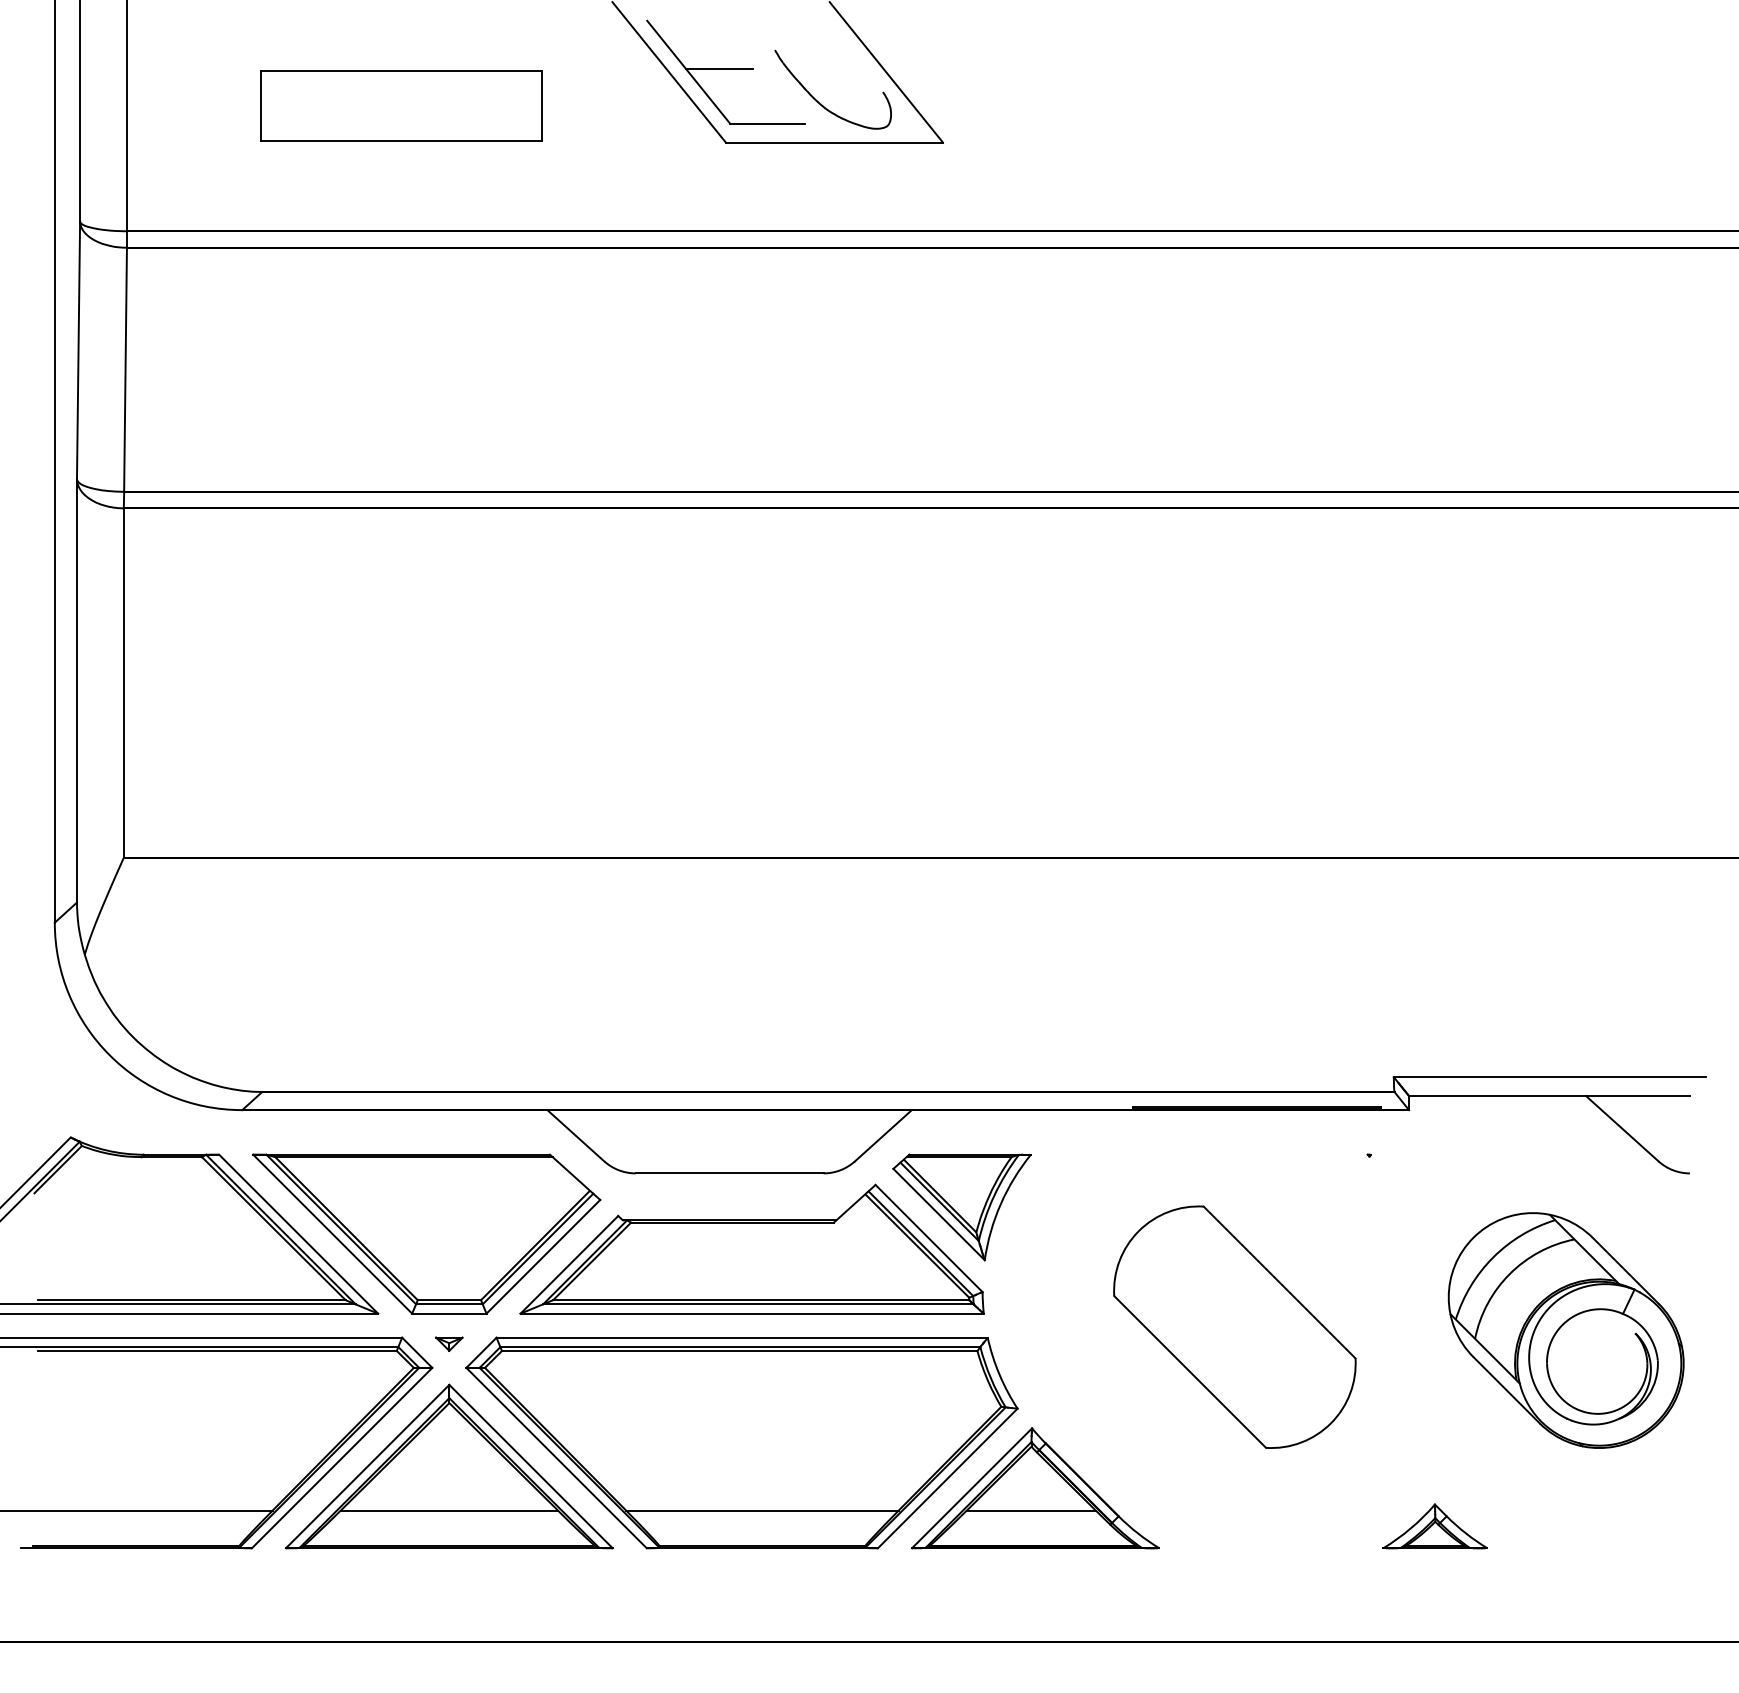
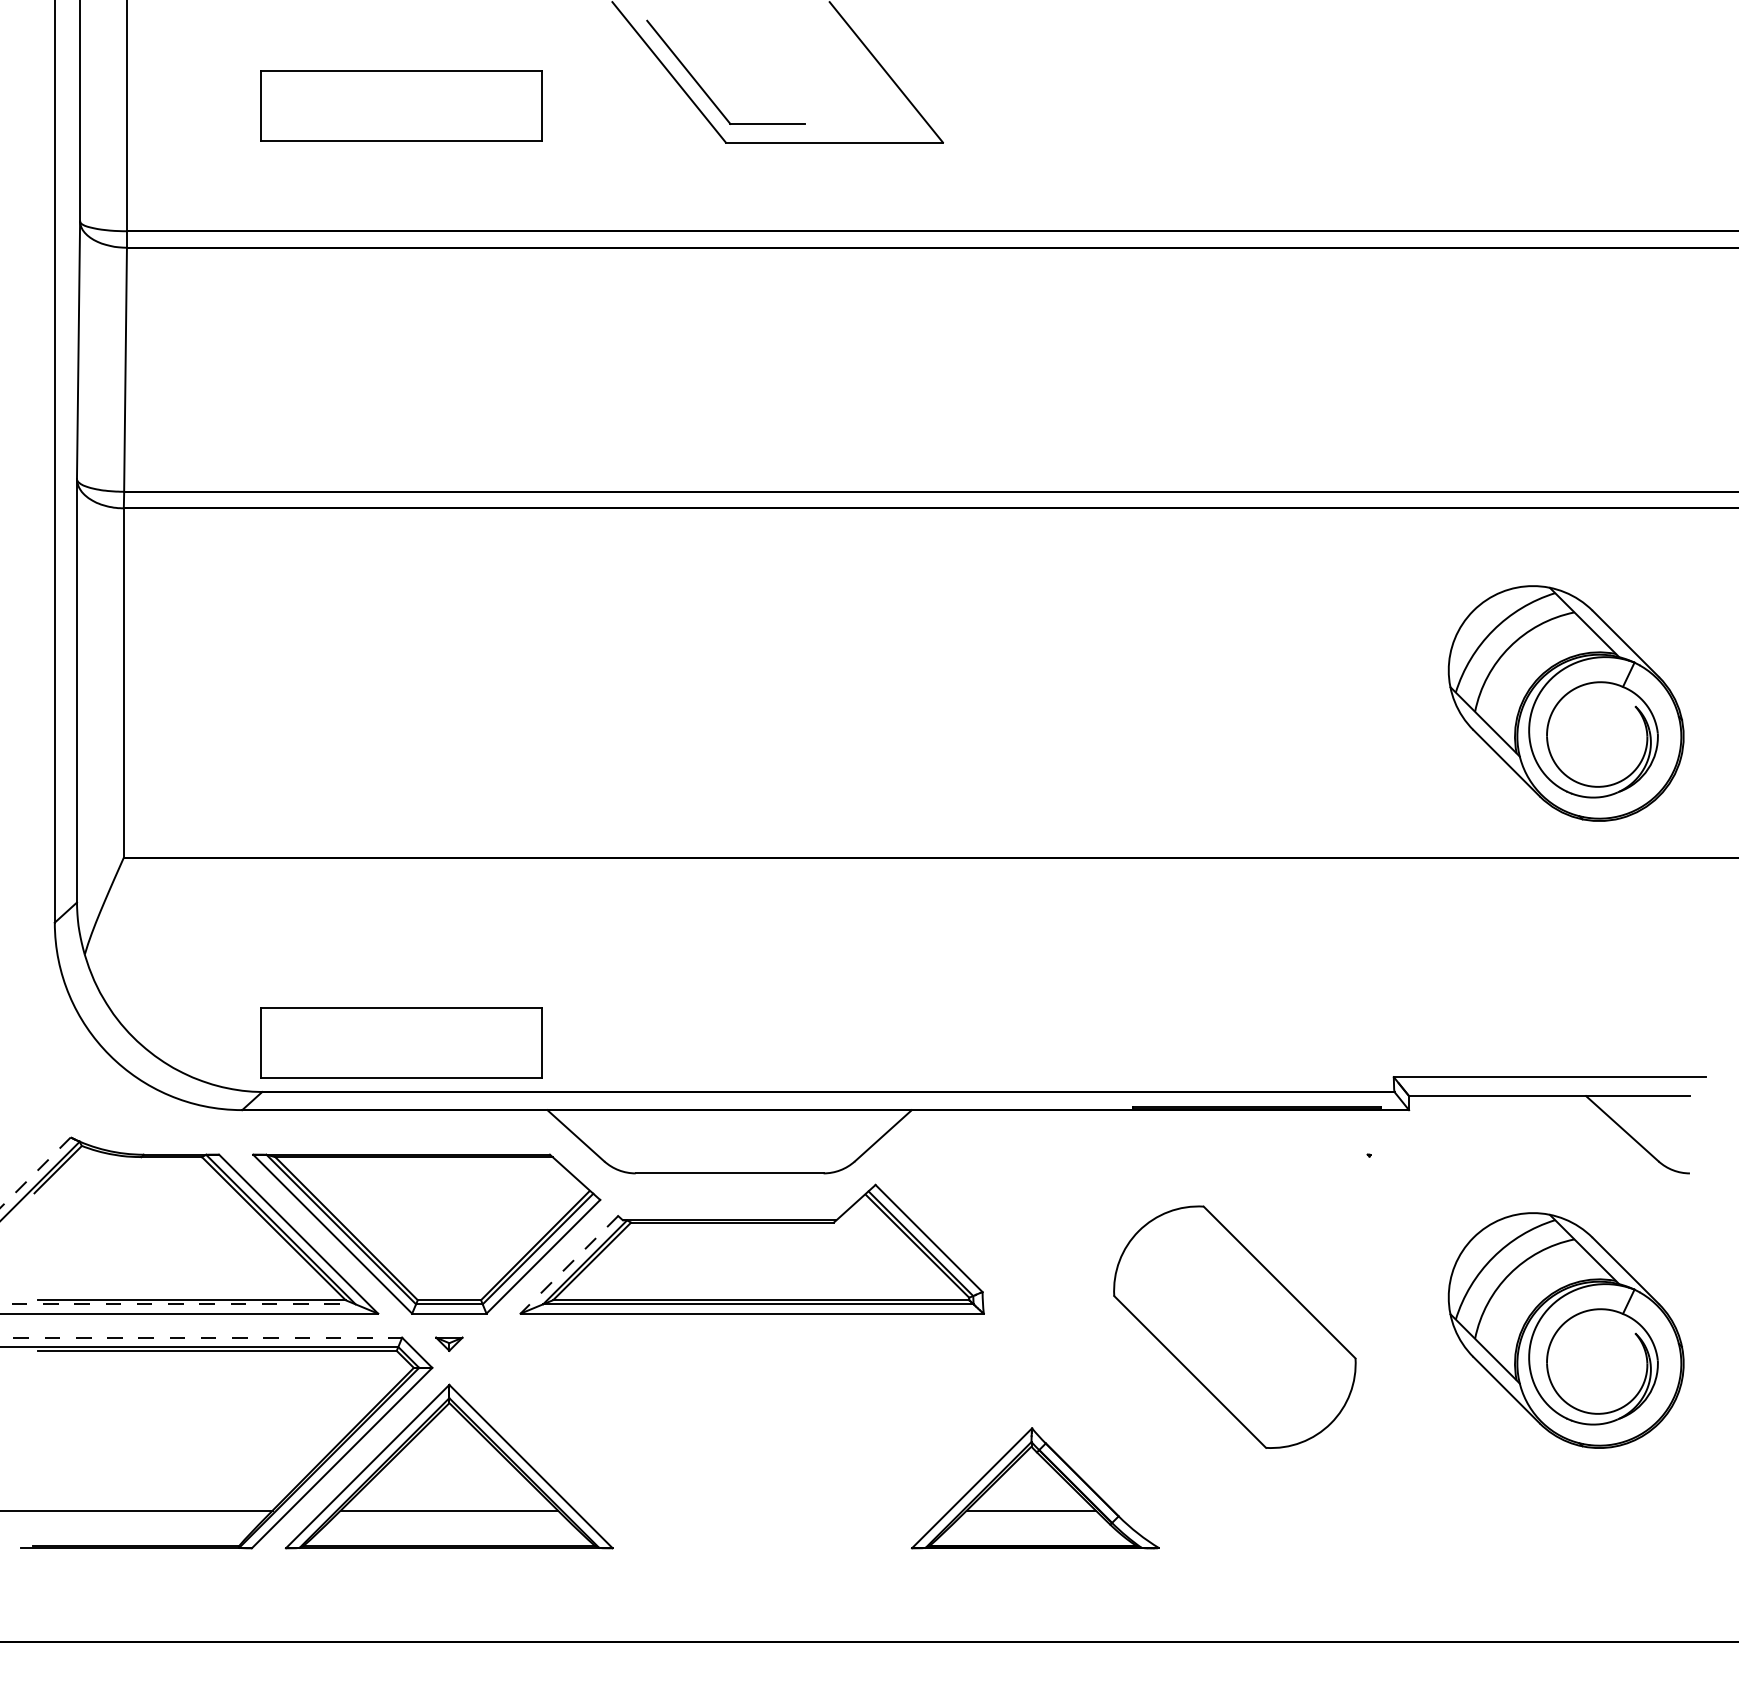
line at (719, 69): present -> none
part at (822, 104): present -> none
part at (1565, 703): none -> present
part at (401, 1042): none -> present
line at (35, 1172): solid -> dashed
part at (961, 1207): present -> none
line at (569, 1265): solid -> dashed
line at (177, 1304): solid -> dashed
line at (201, 1337): solid -> dashed
part at (741, 1442): present -> none
part at (1434, 1526): present -> none
